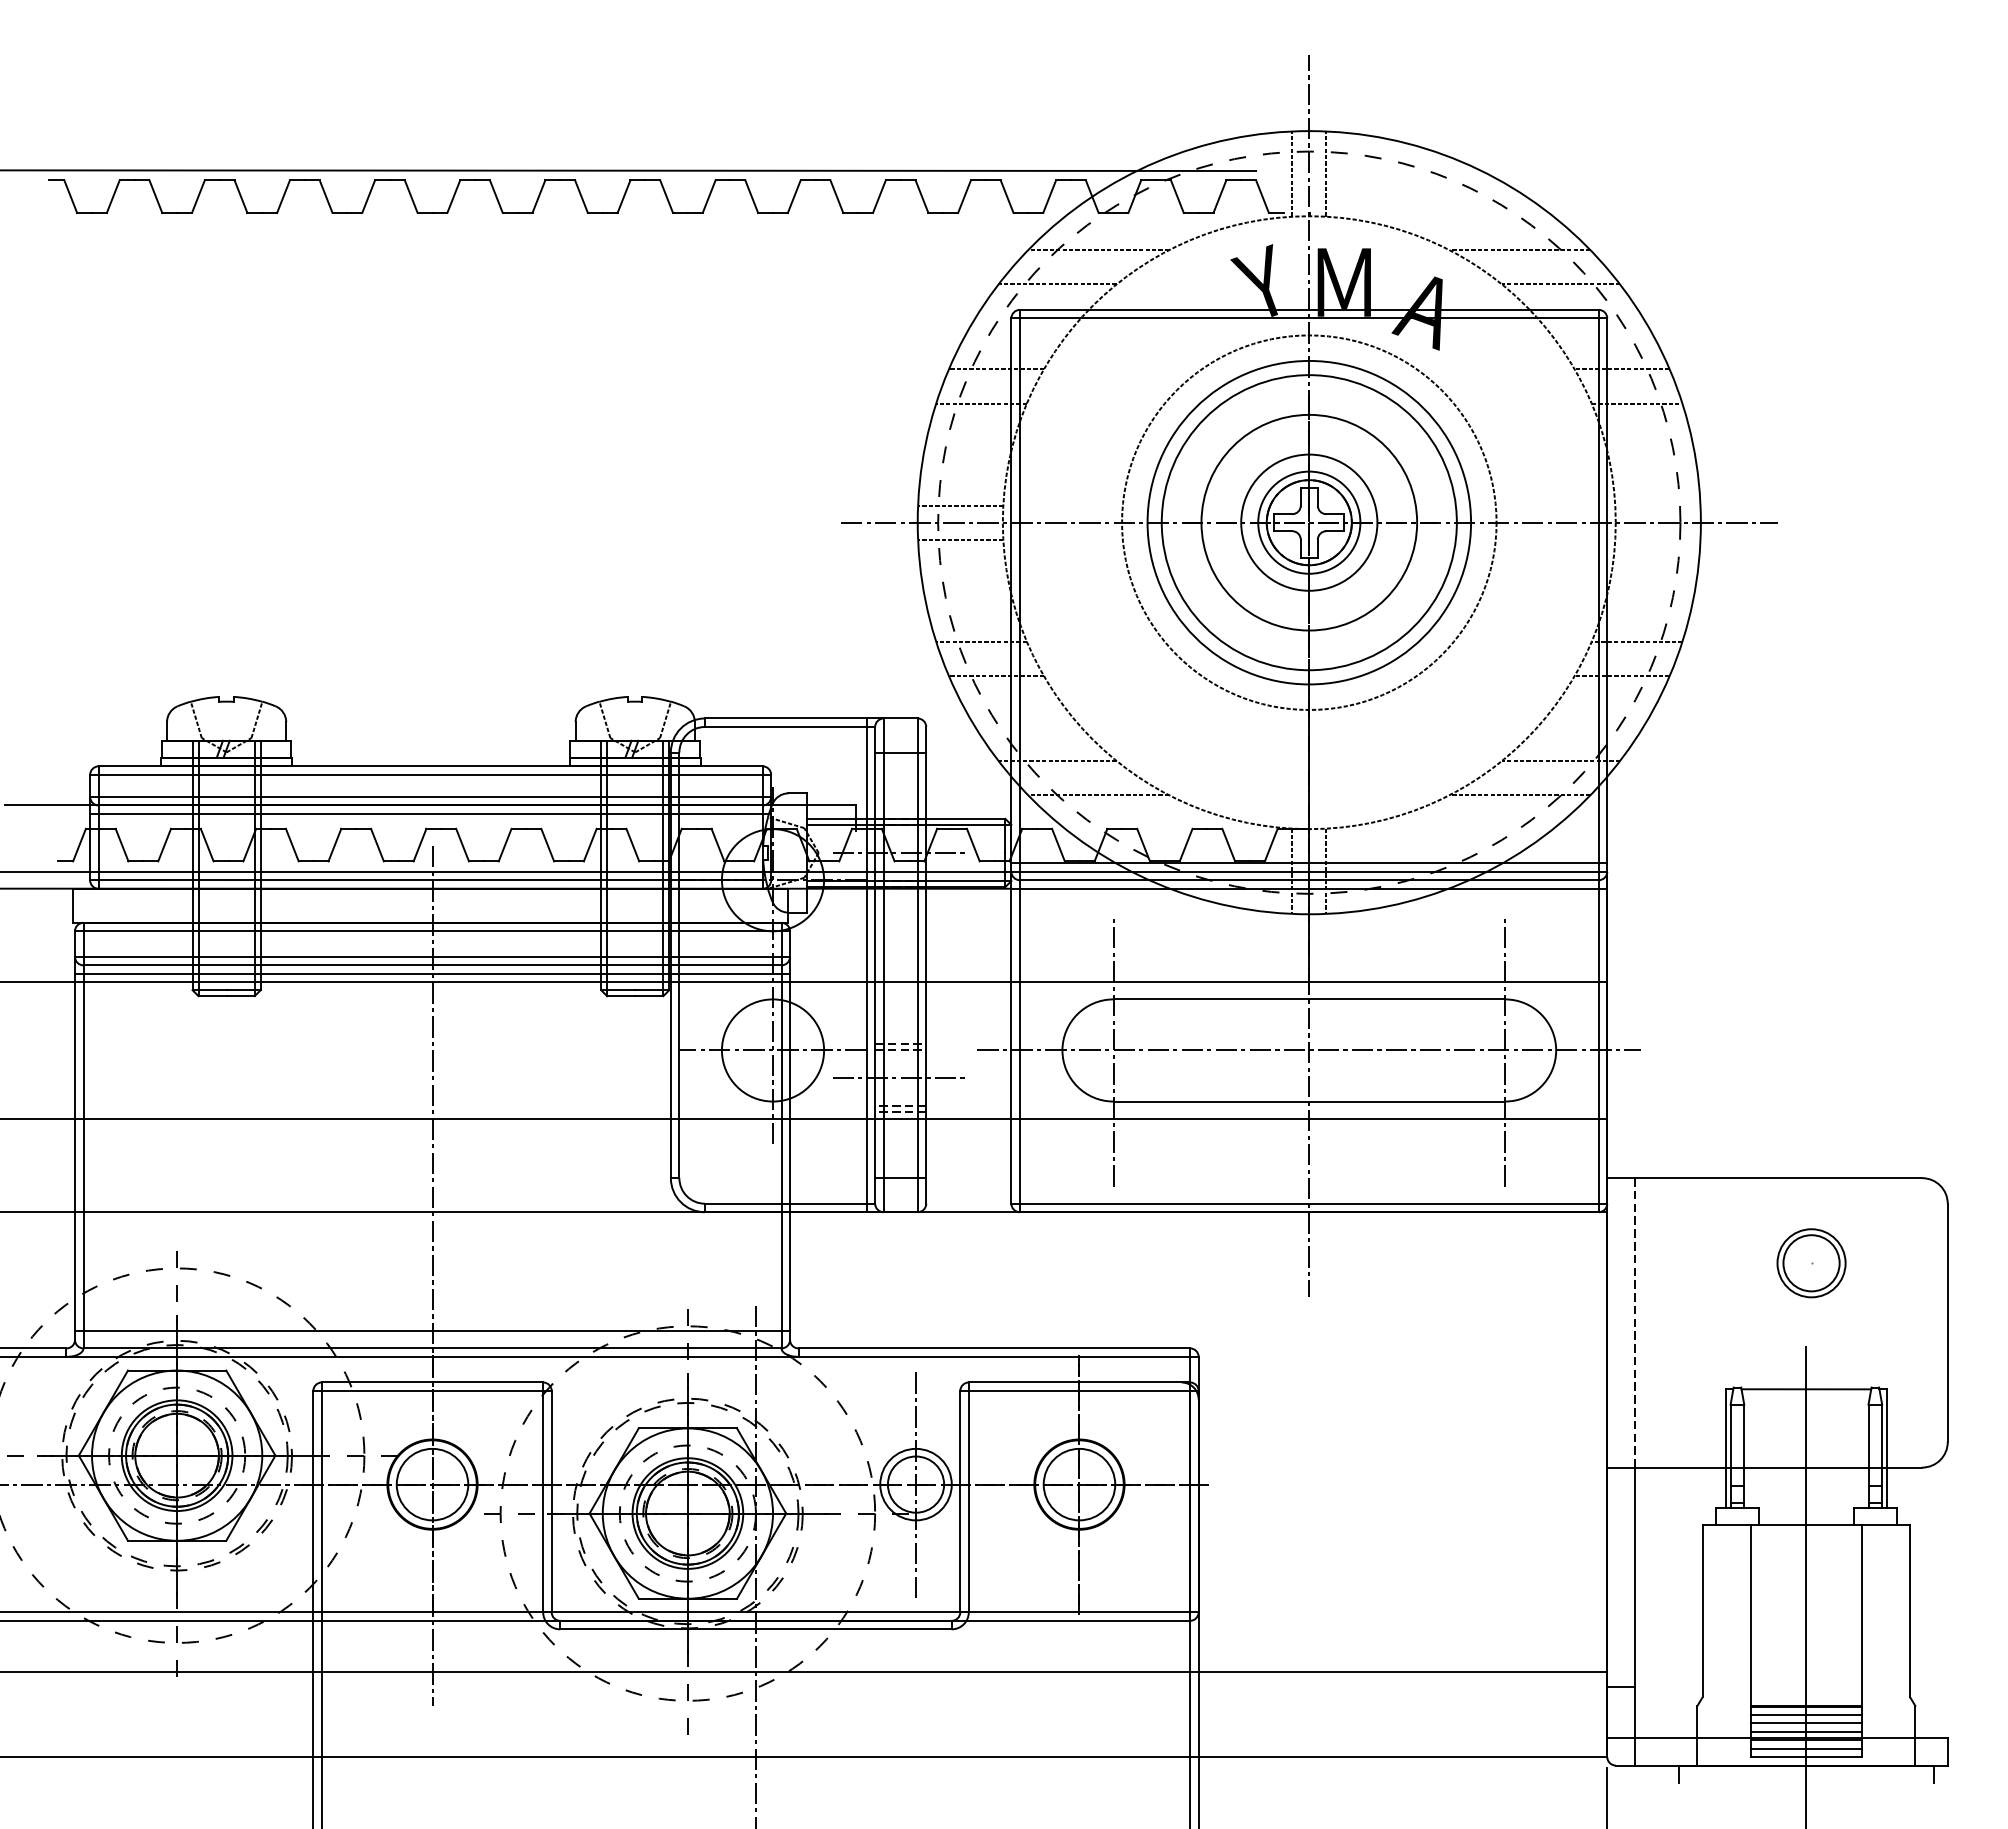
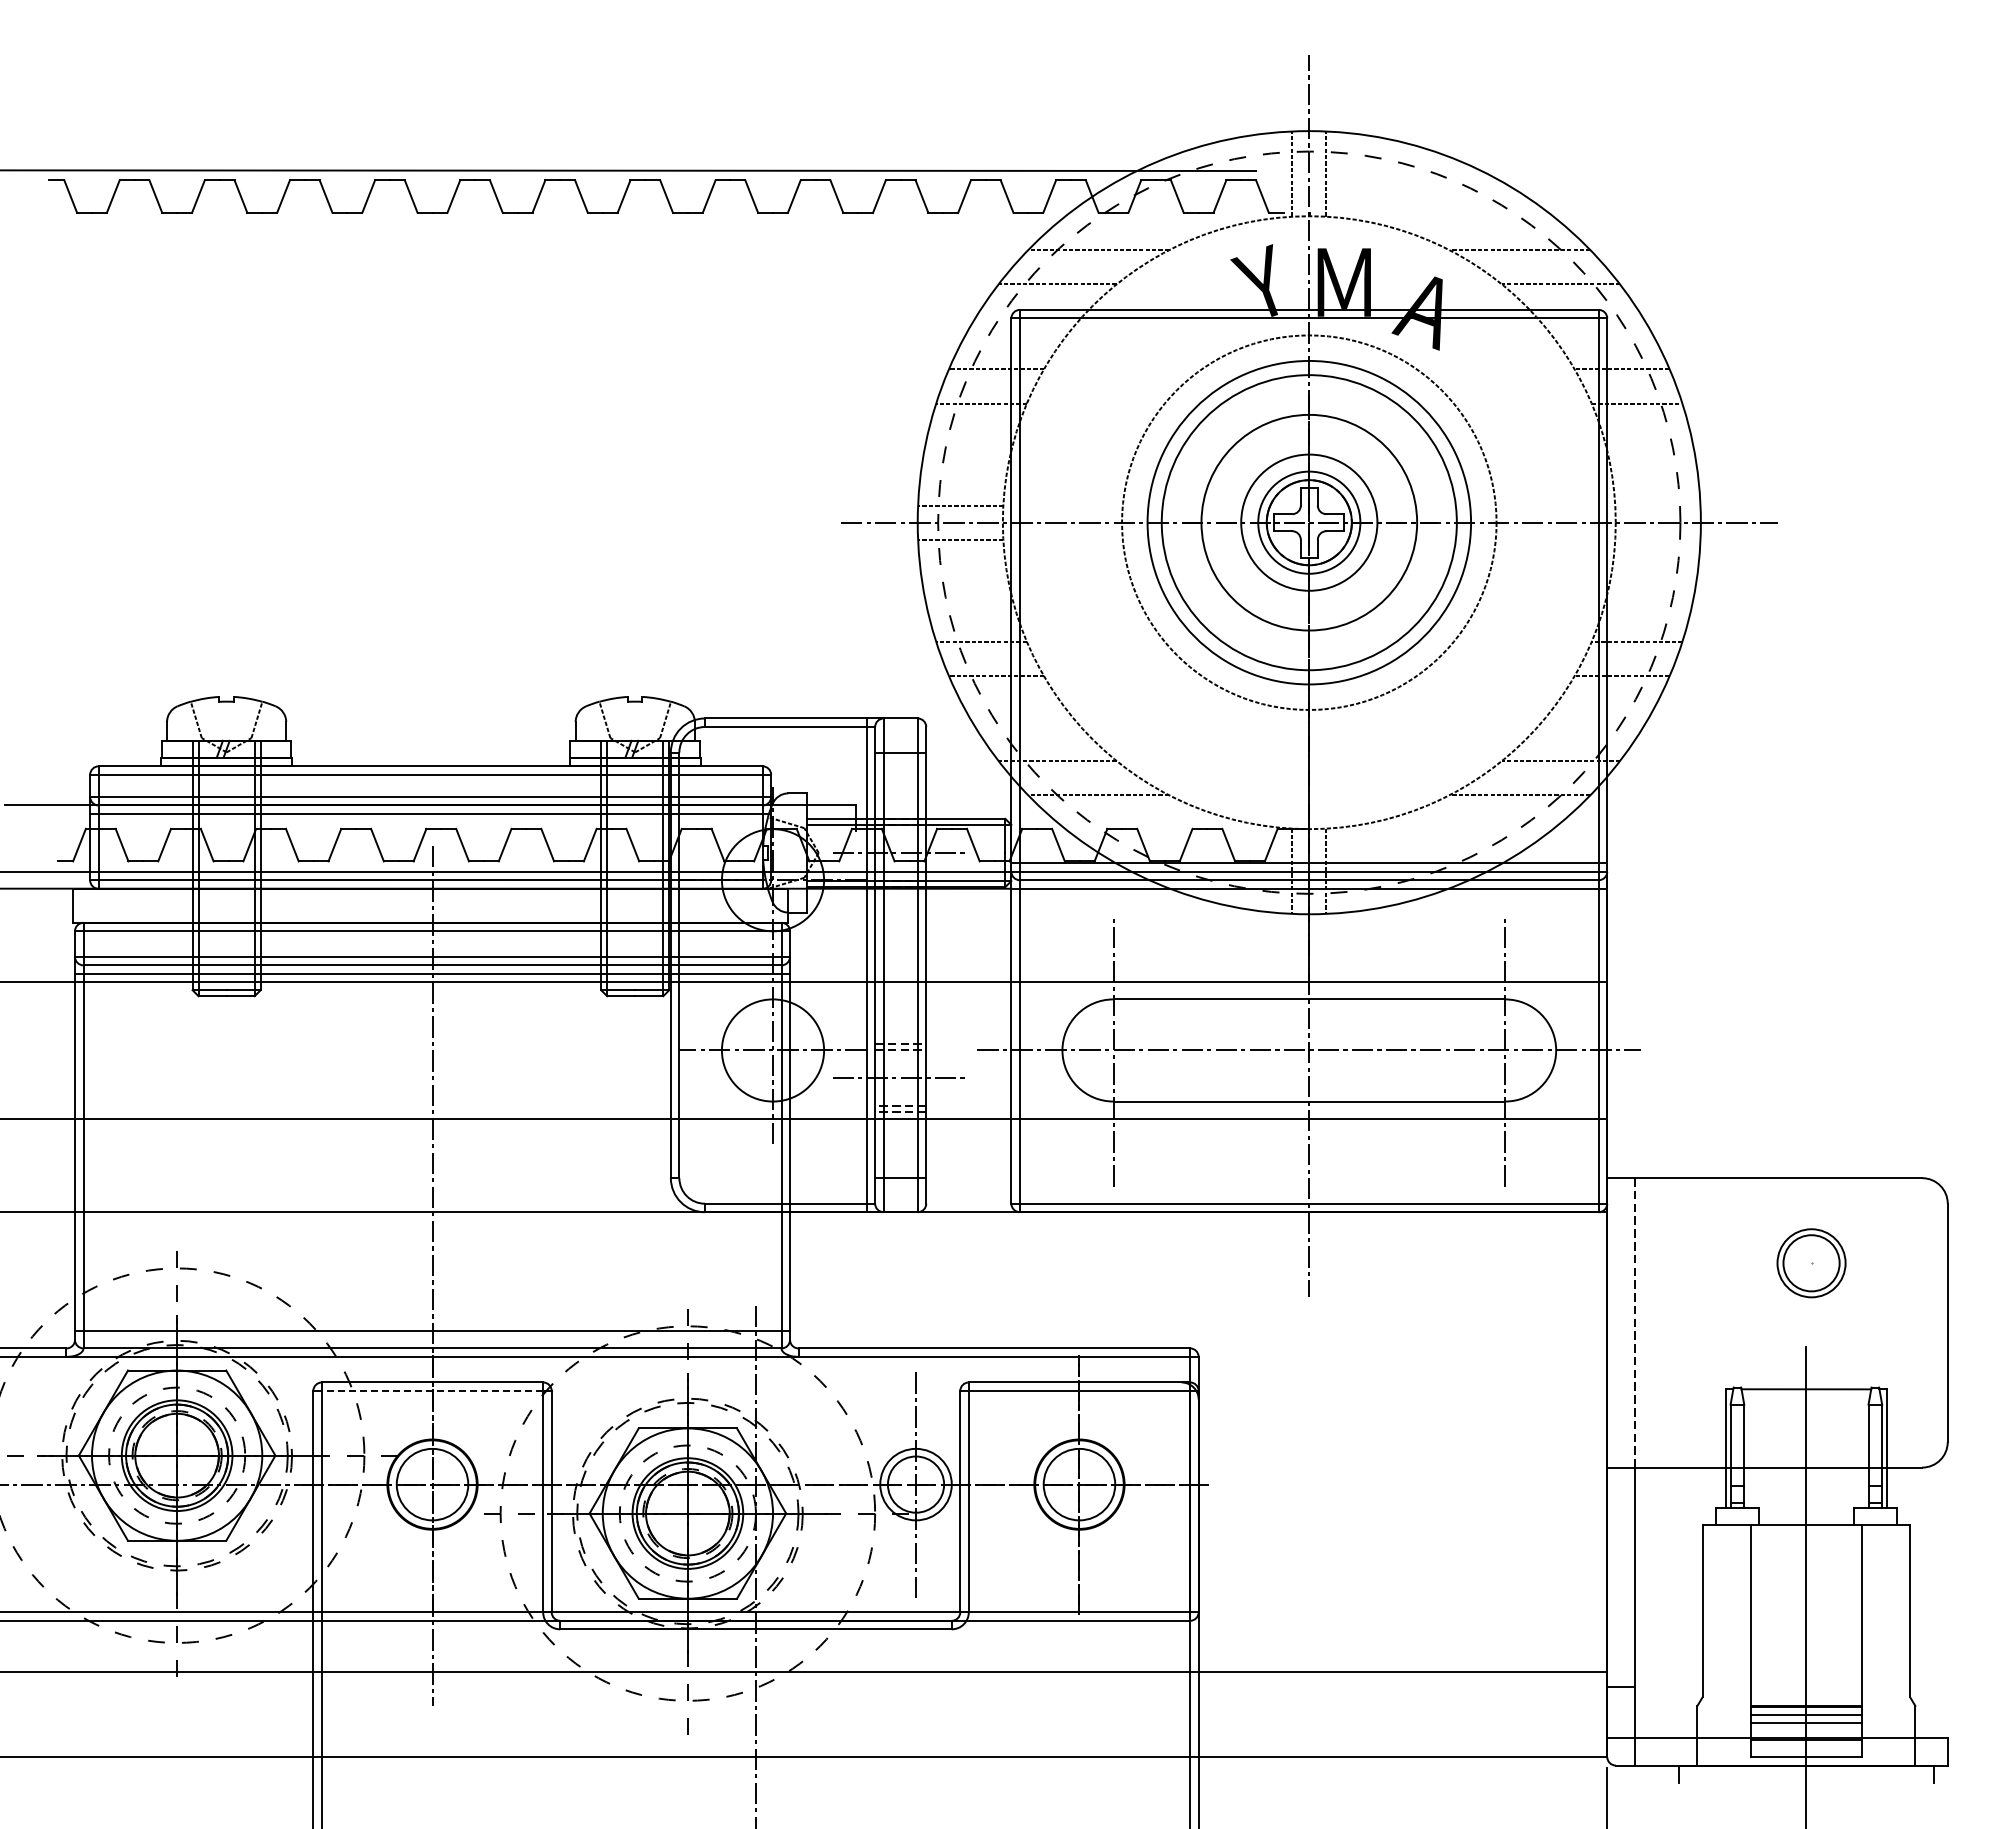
line at (432, 1390): solid -> dashed
line at (1806, 1731): present -> none
line at (1806, 1748): present -> none
